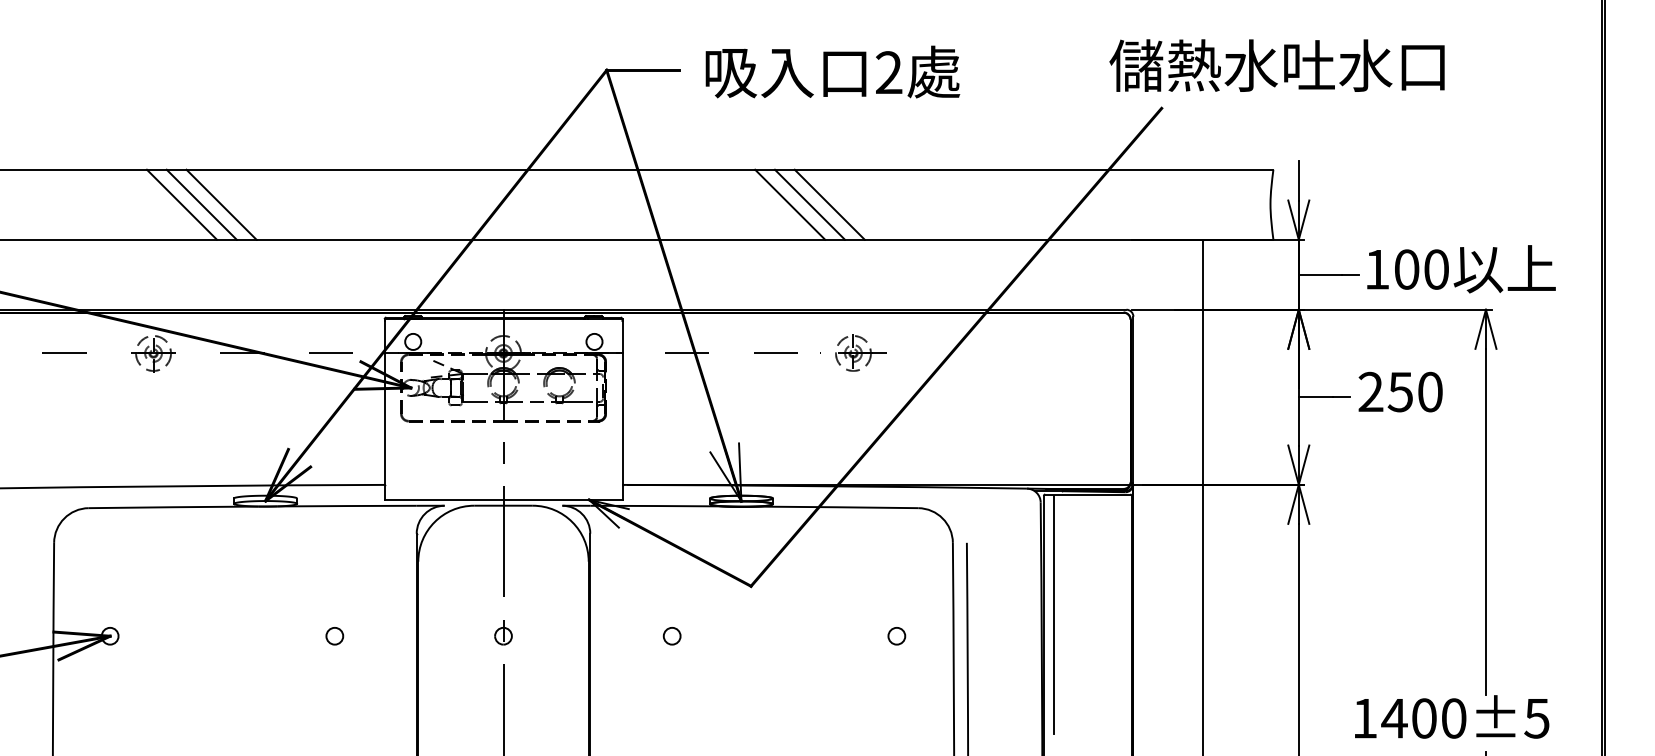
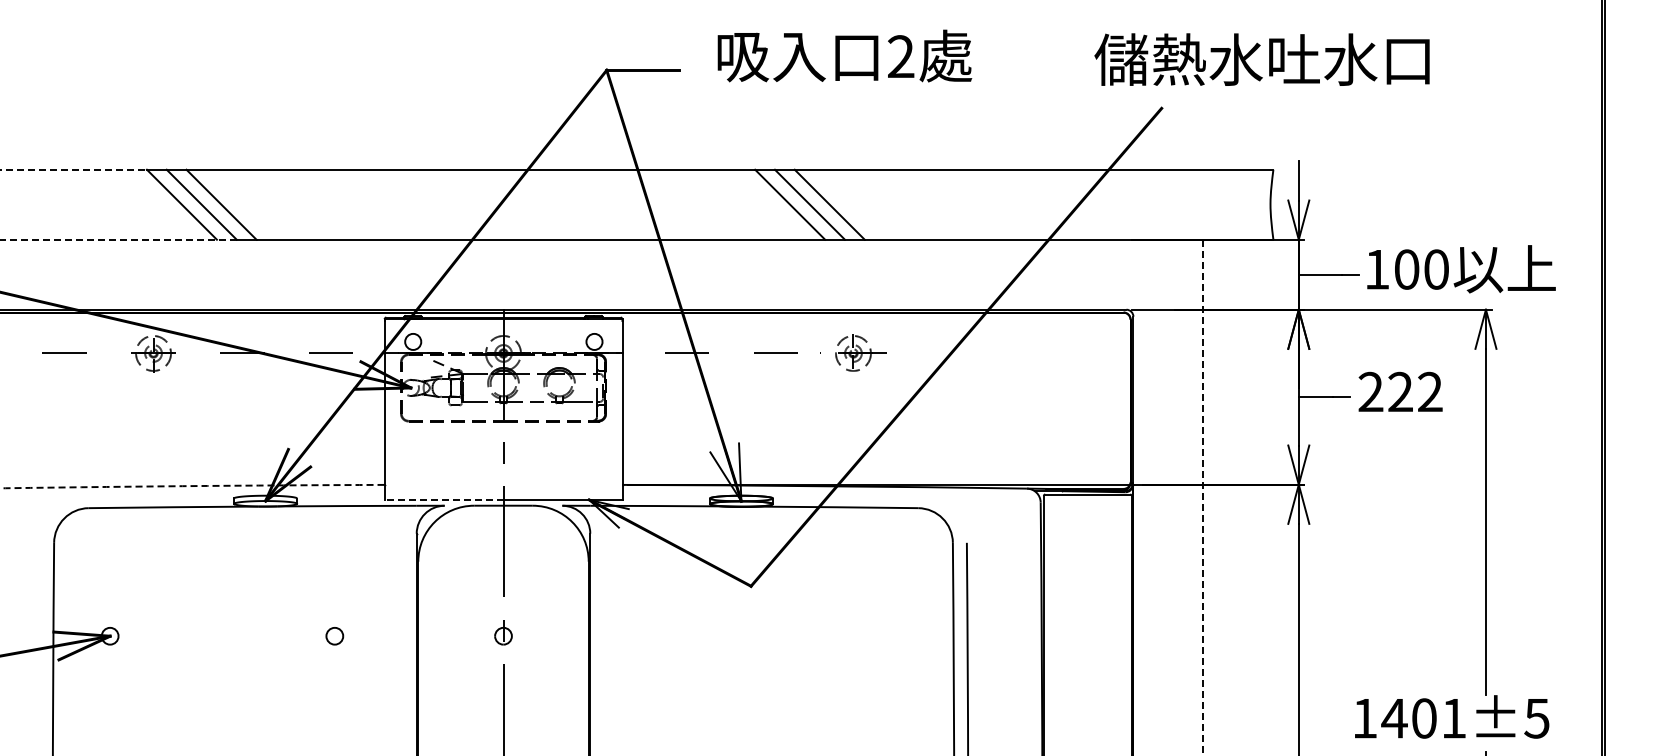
text at (1276, 65) position: (1276, 65) -> (1261, 59)
text at (832, 71) position: (832, 71) -> (844, 55)
line at (73, 169): solid -> dashed
line at (118, 239): solid -> dashed
text at (1414, 391): 250 -> 222
arc at (192, 486): solid -> dashed
line at (1203, 497): solid -> dashed
line at (443, 499): solid -> dashed
line at (1053, 614): present -> none
circle at (671, 636): present -> none
circle at (896, 636): present -> none
text at (1454, 718): 1400±5 -> 1401±5
